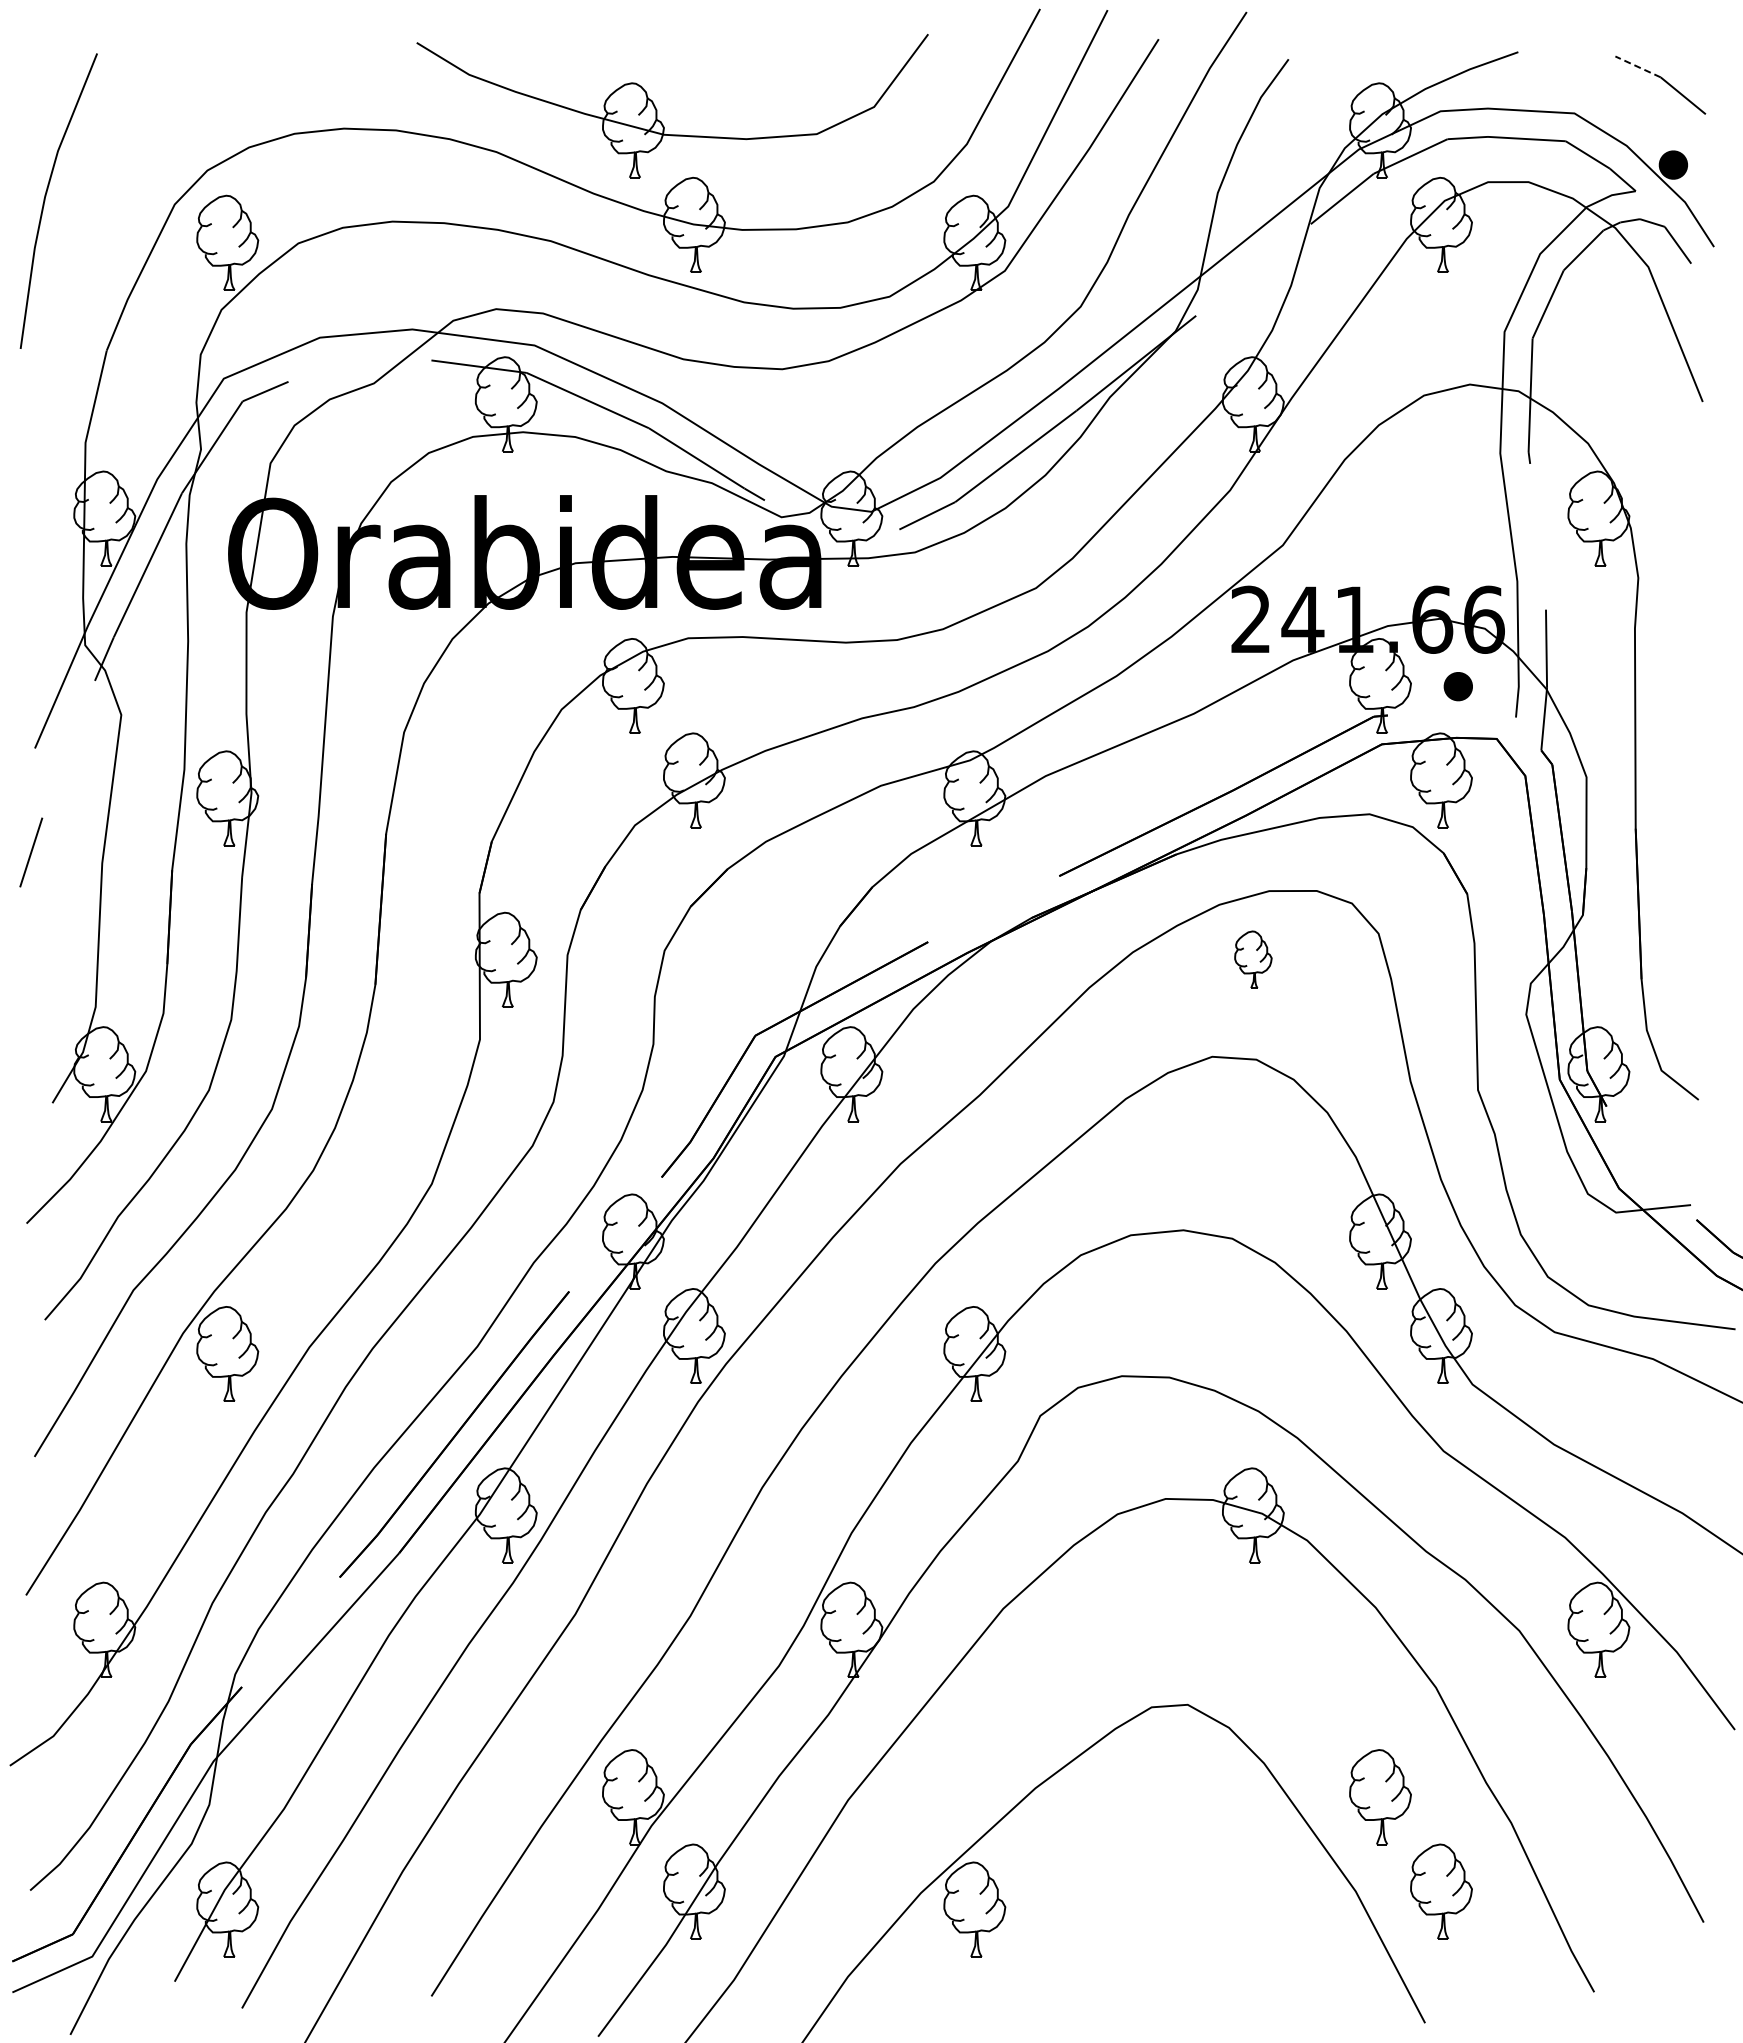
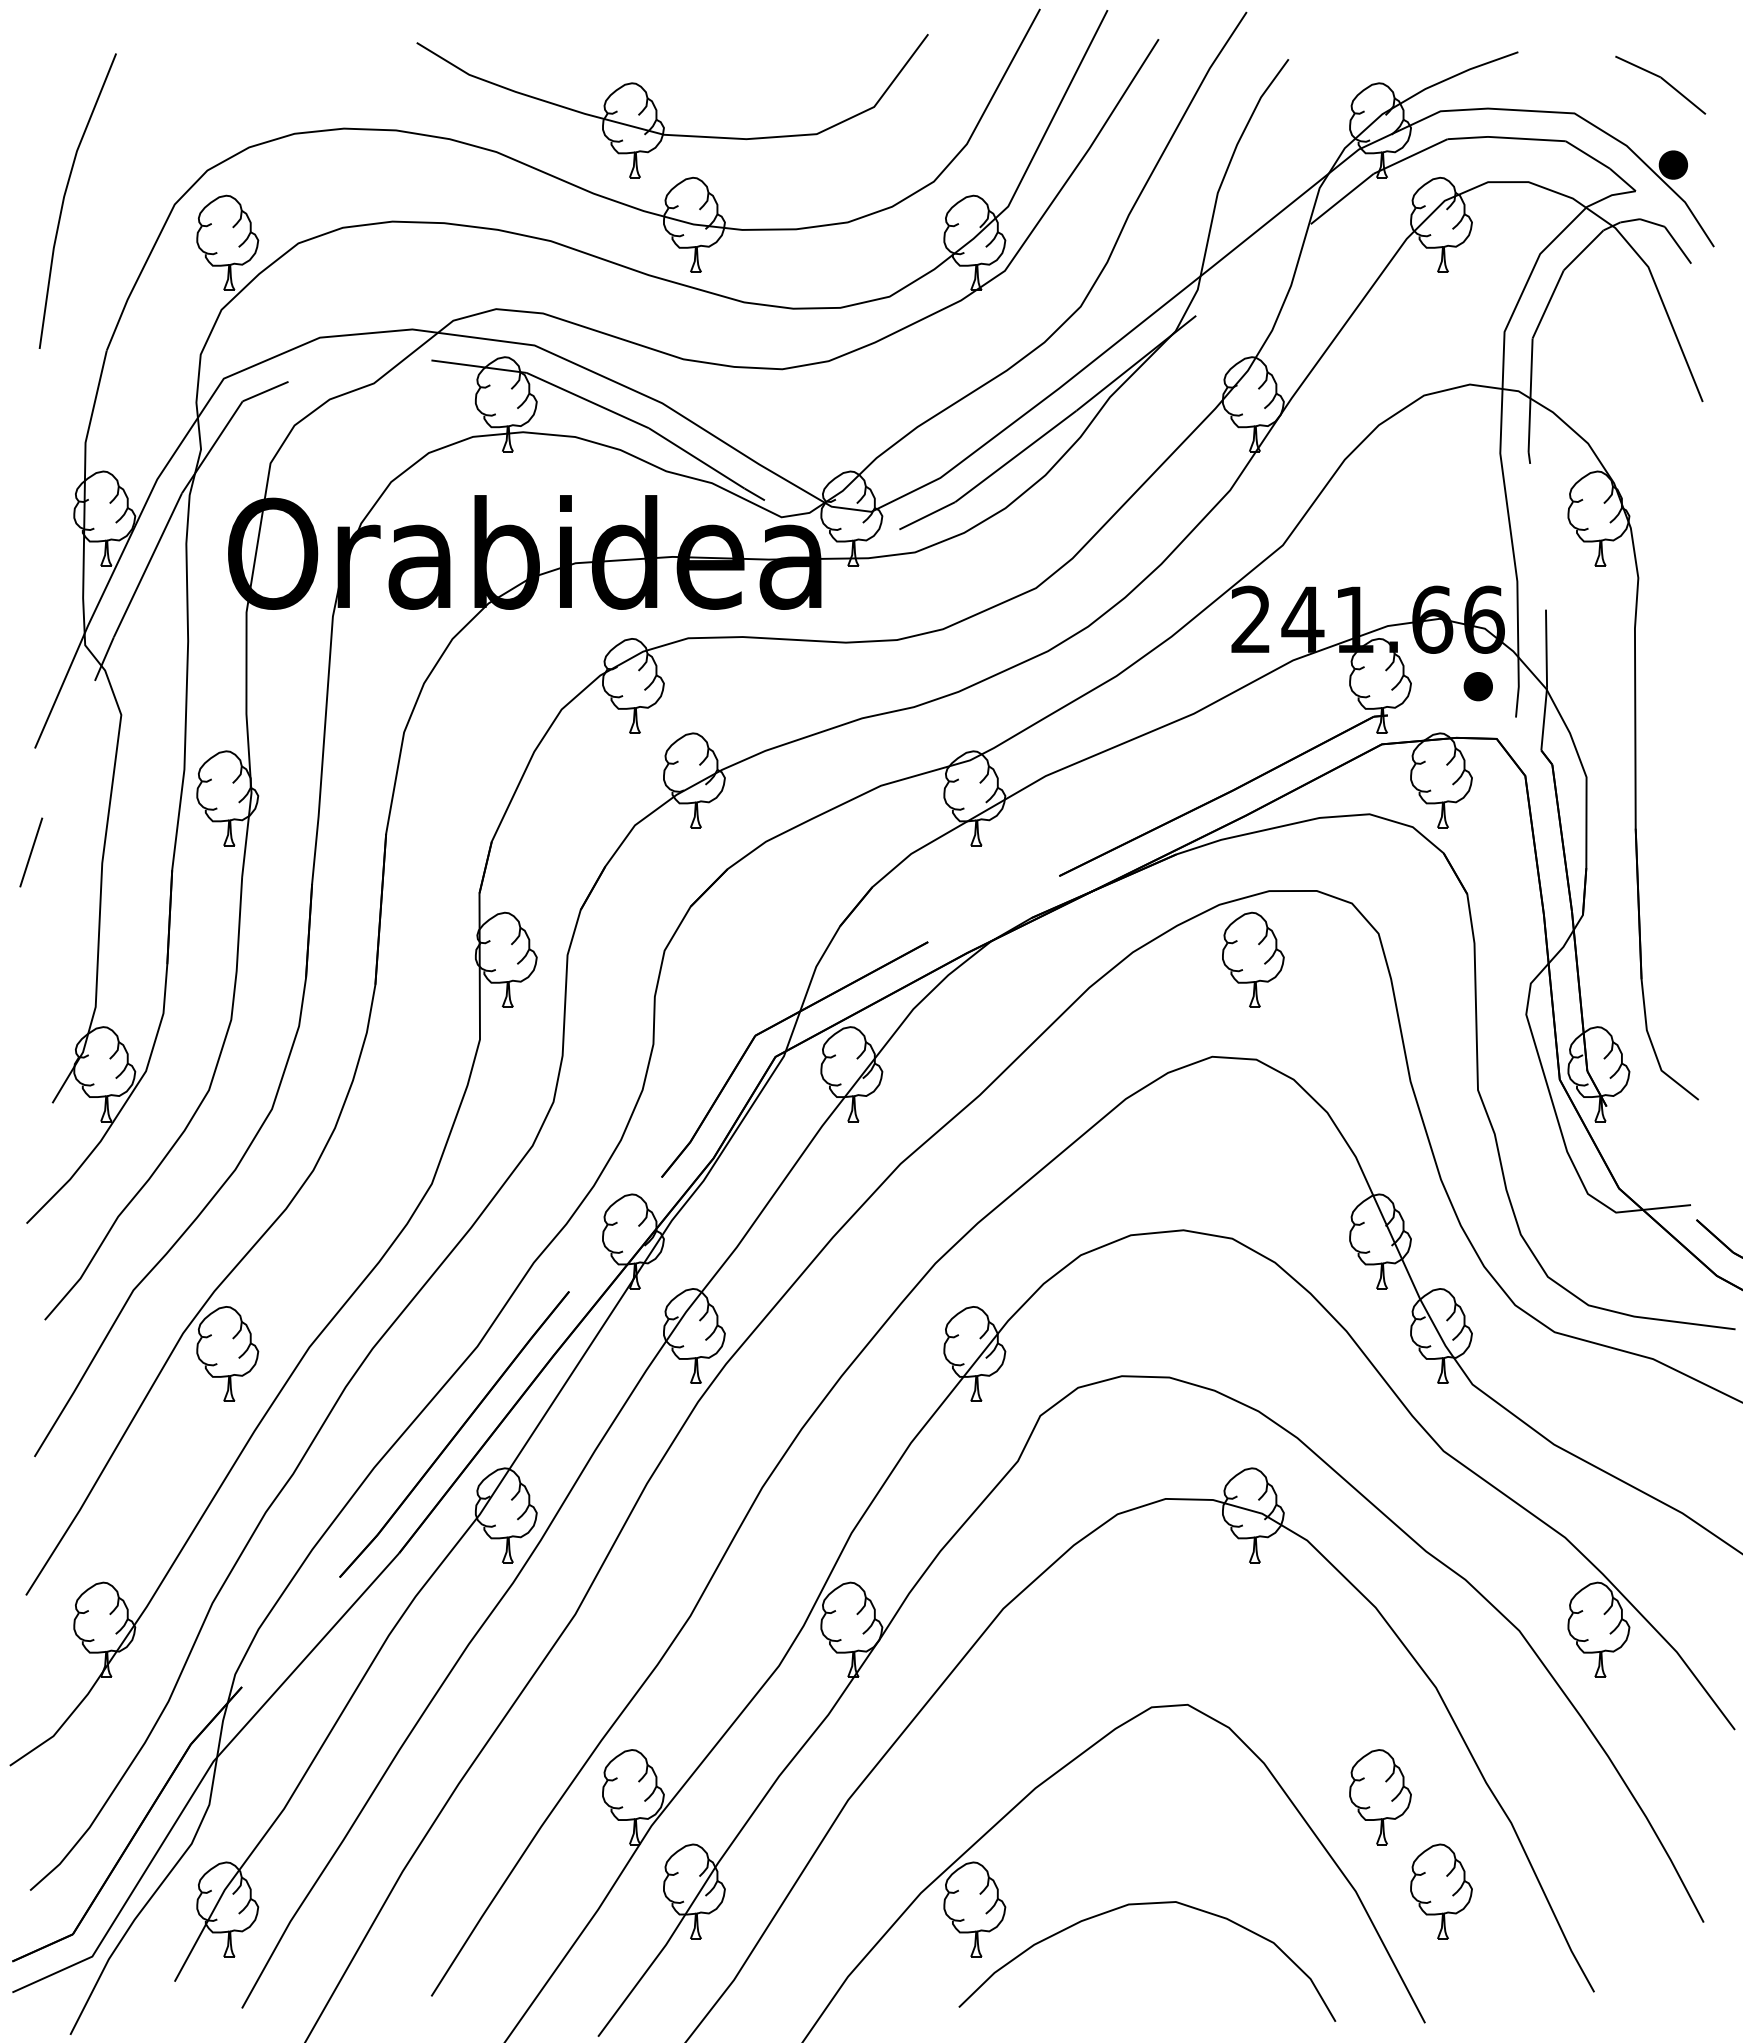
line at (1638, 66): dashed -> solid
line at (46, 196) position: (46, 196) -> (65, 196)
part at (1457, 686) position: (1457, 686) -> (1477, 686)
part at (1253, 959) size: 39x59 px -> 63x97 px
curve at (1147, 1904): none -> present
